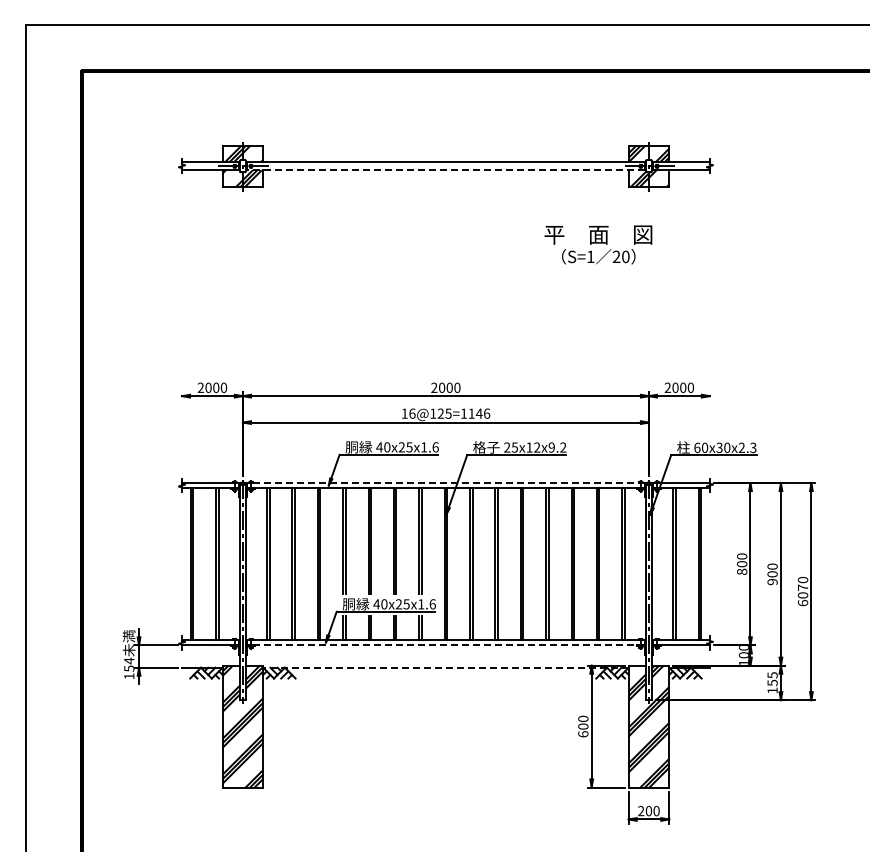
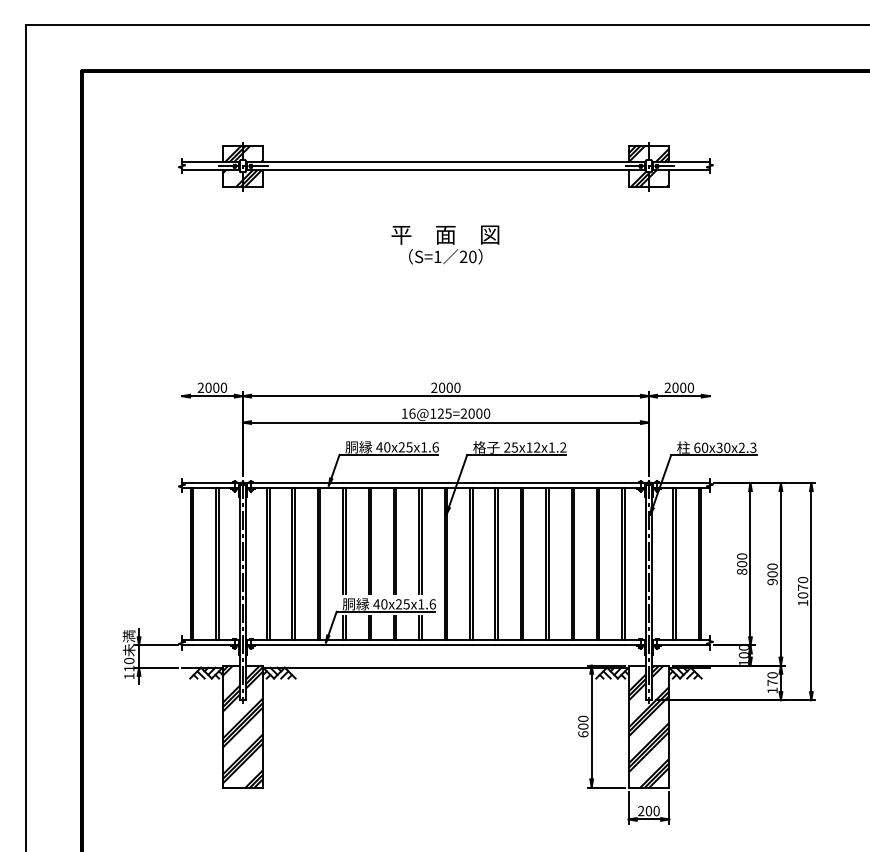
line at (445, 170): dashed -> solid
text at (598, 244) position: (598, 244) -> (445, 244)
text at (475, 413): 16@125=1146 -> 16@125=2000
text at (551, 447): 25x12x9.2 -> 25x12x1.2
line at (445, 482): dashed -> solid
text at (802, 603): 6070 -> 1070
line at (445, 645): dashed -> solid
text at (129, 664): 154 -> 110
line at (445, 667): dashed -> solid
text at (772, 679): 155 -> 170
